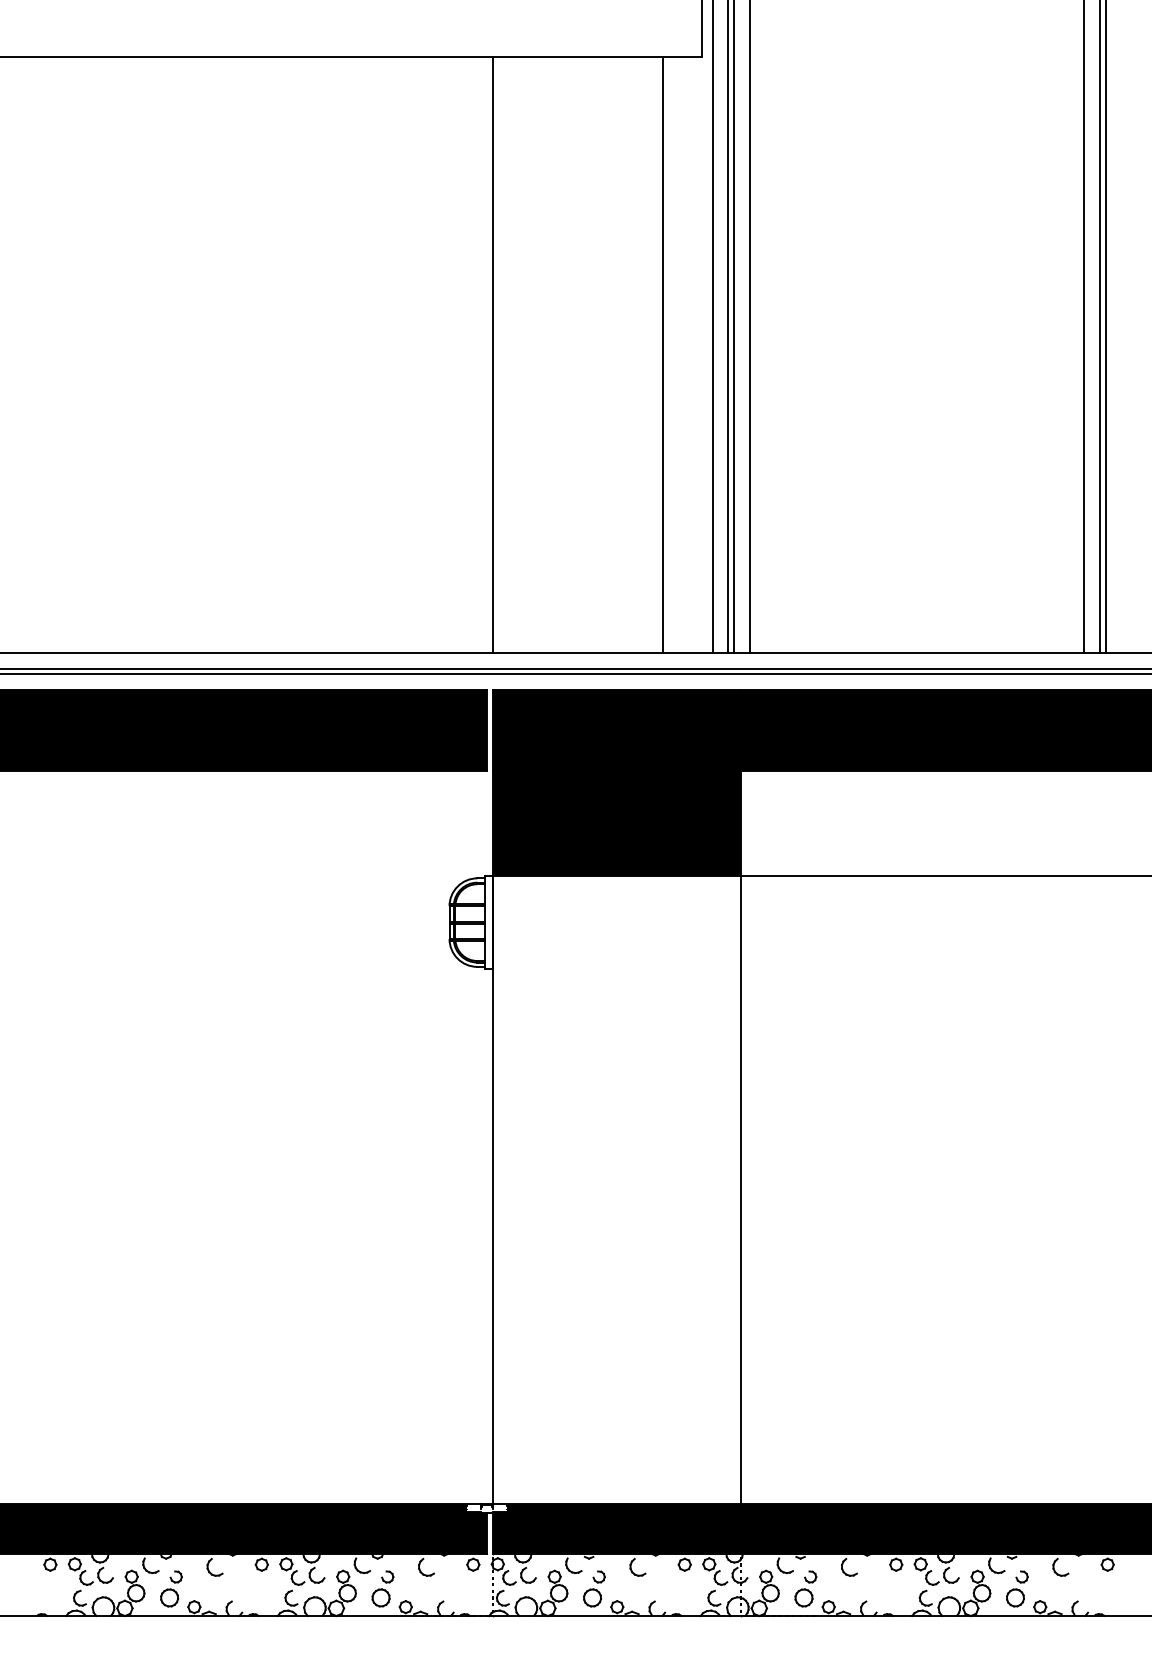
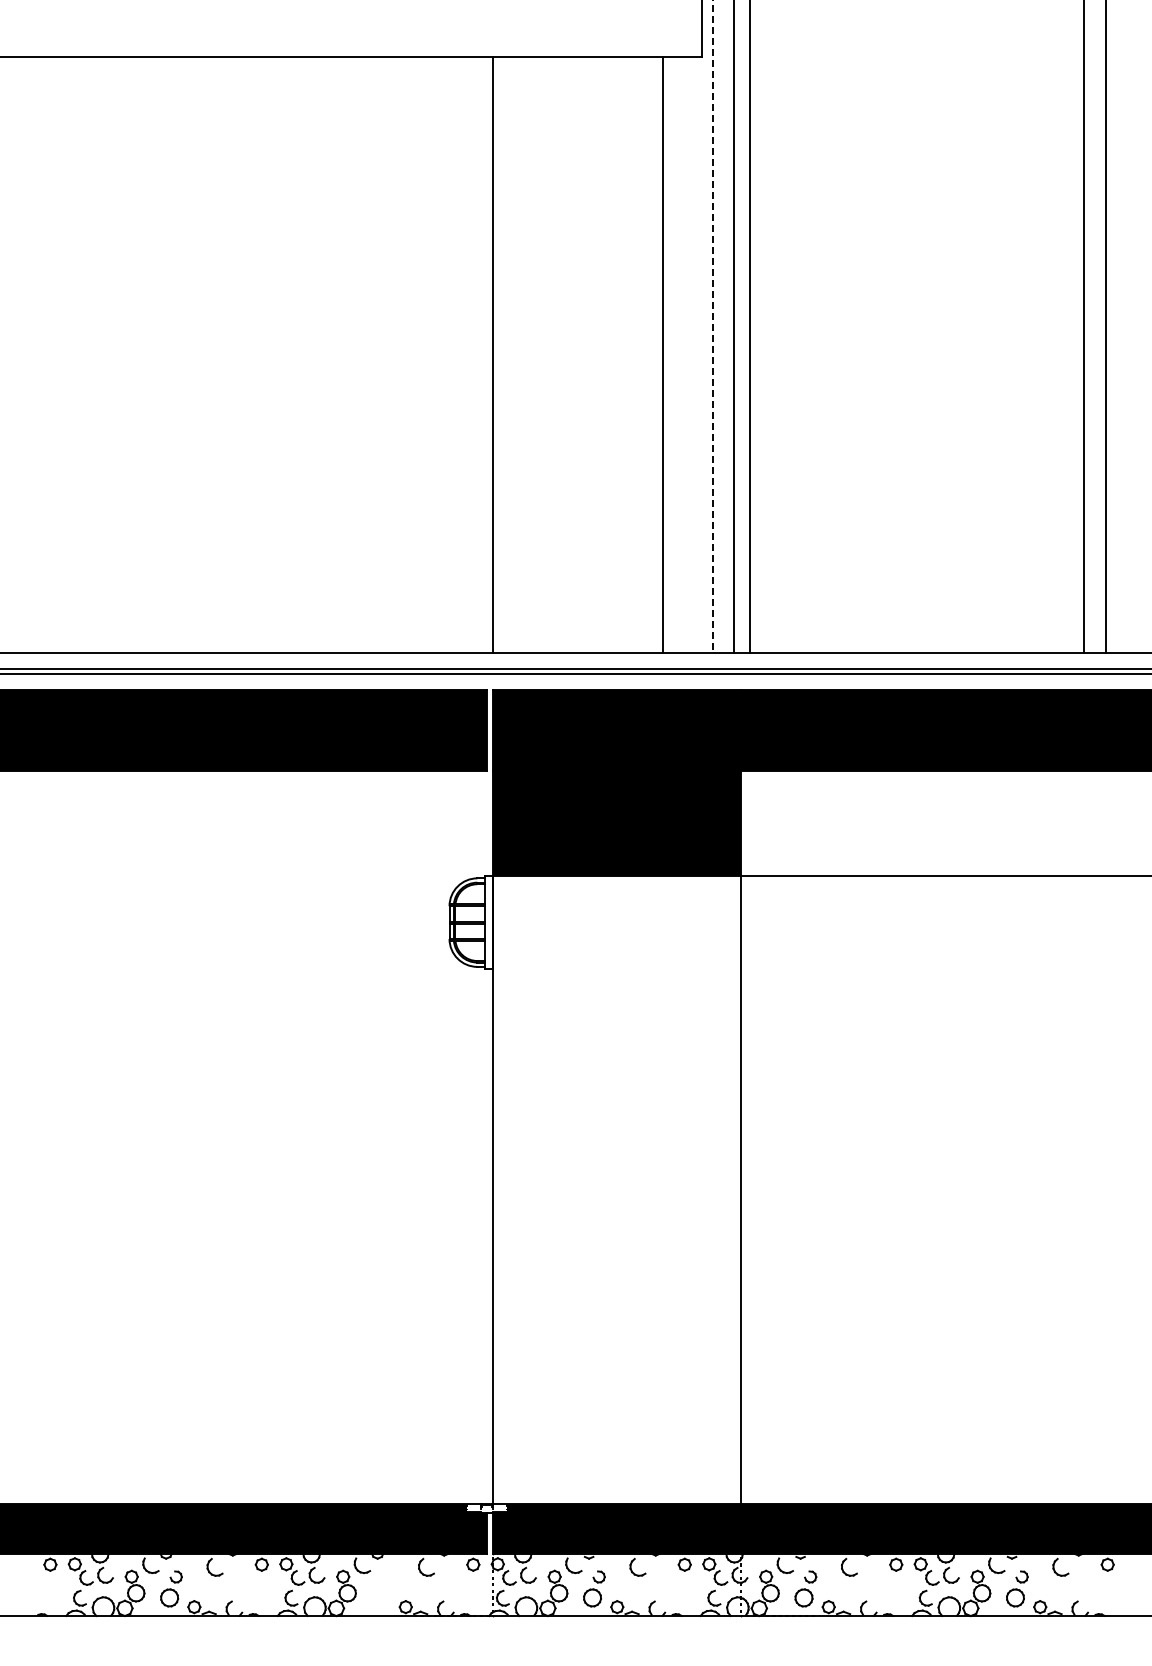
line at (712, 326): solid -> dashed
line at (728, 327): present -> none
line at (1099, 327): present -> none
part at (382, 1588): present -> none
